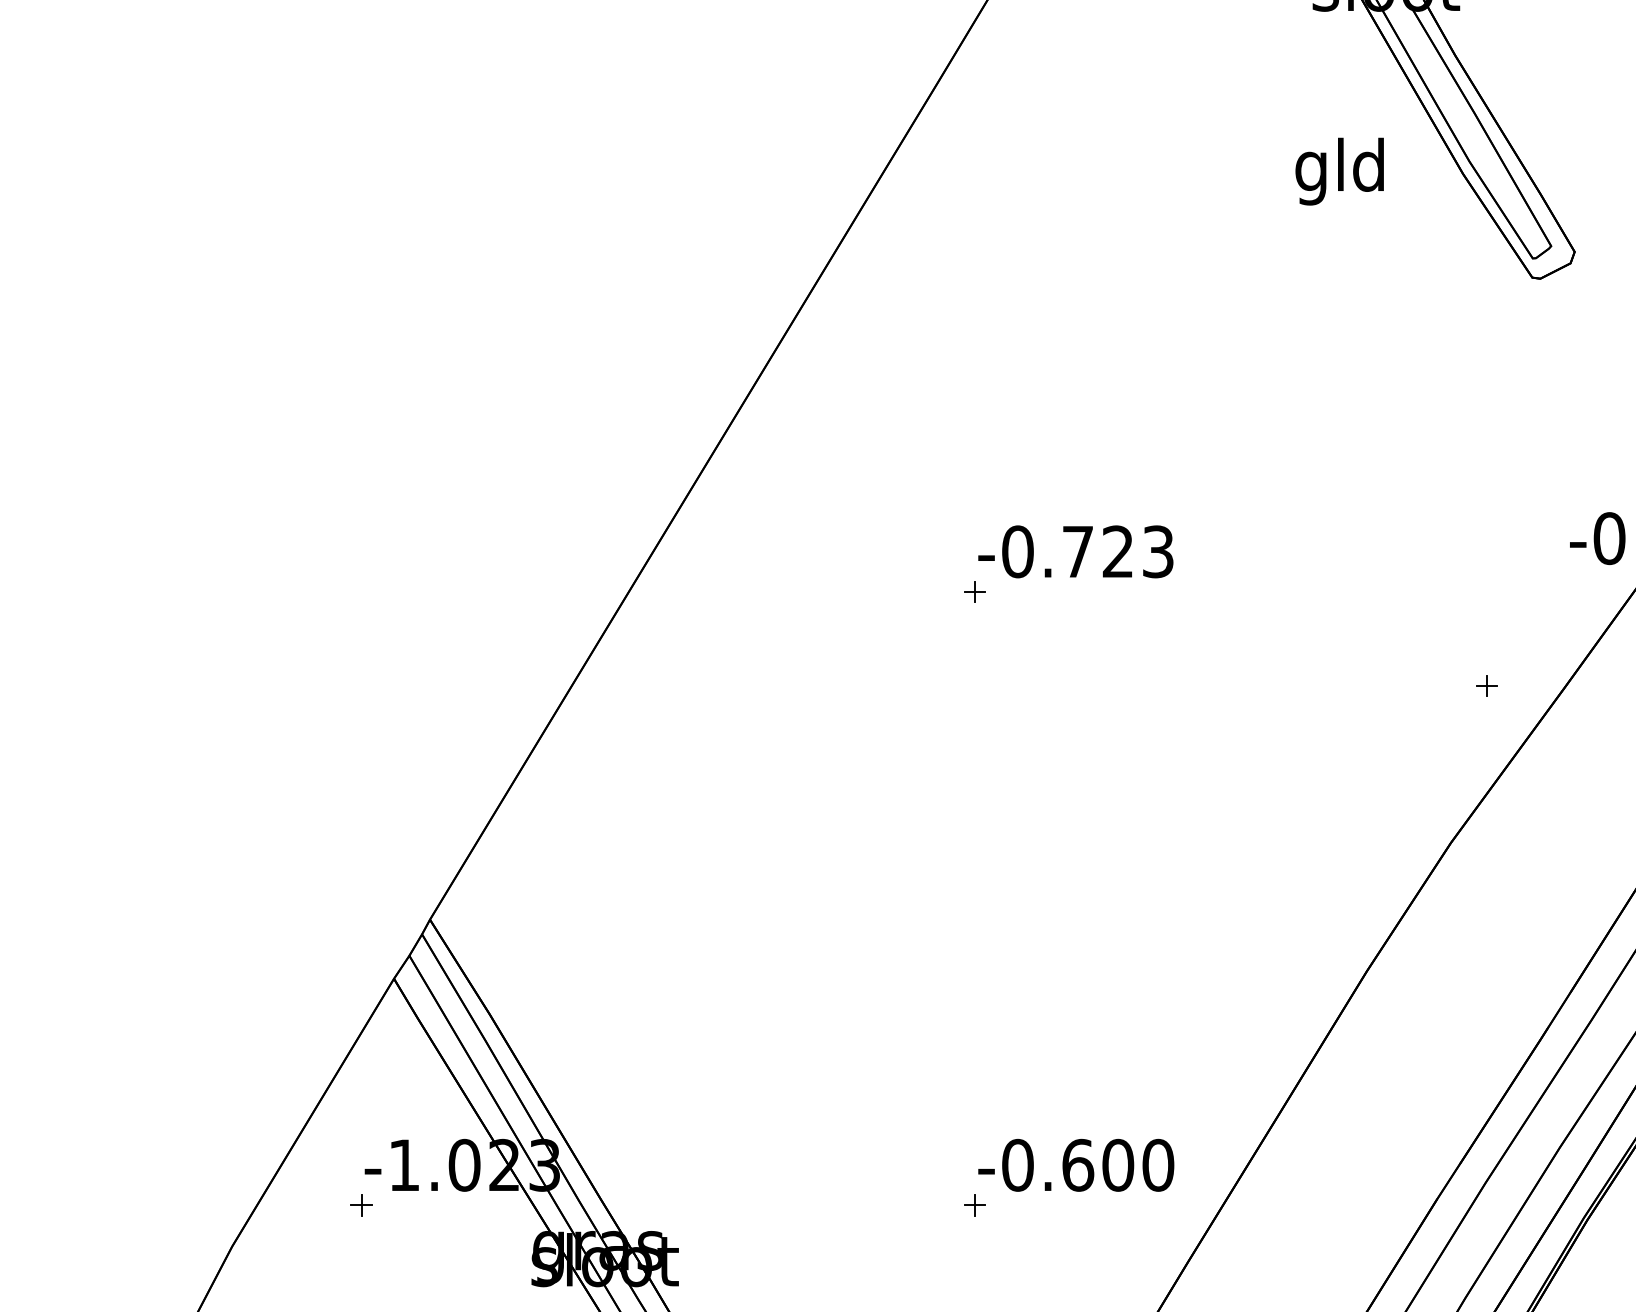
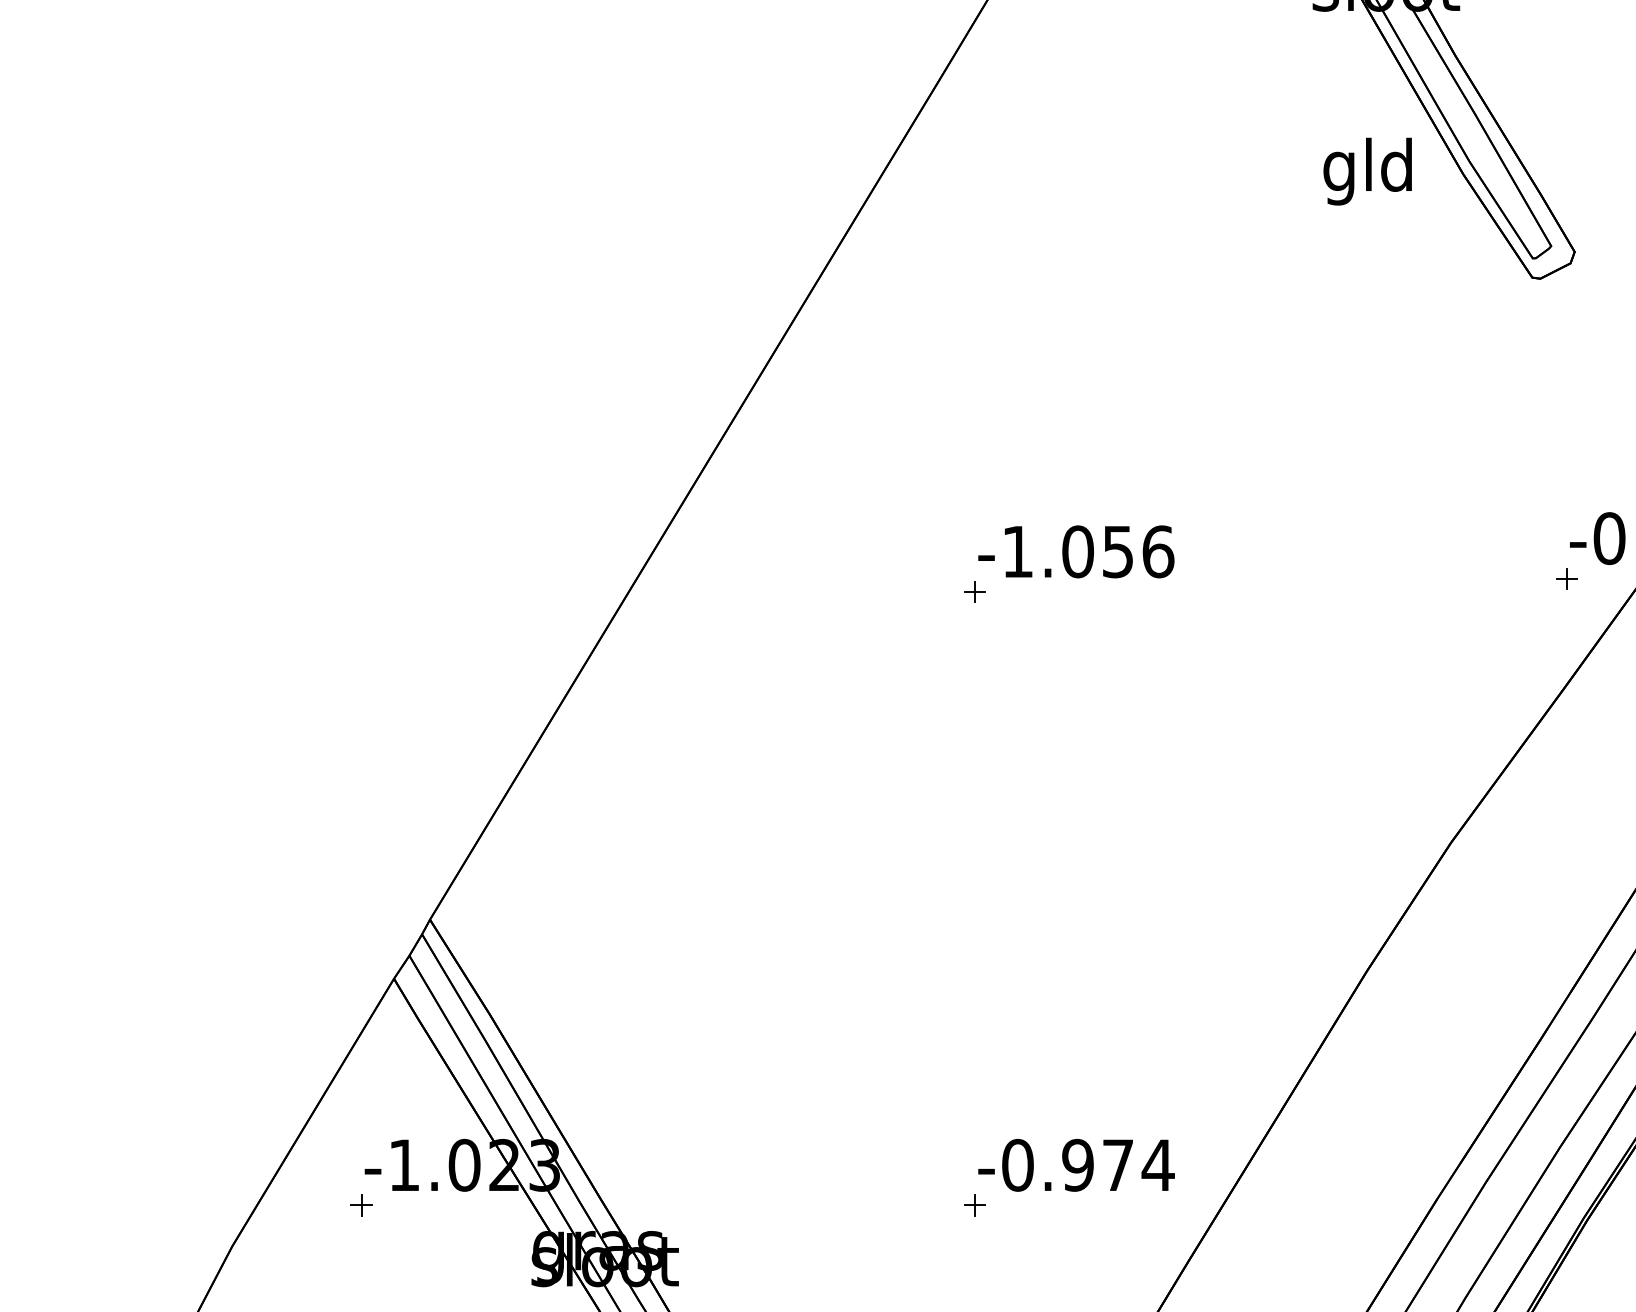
text at (1339, 171) position: (1339, 171) -> (1367, 171)
text at (1088, 551): -0.723 -> -1.056
part at (1486, 685) position: (1486, 685) -> (1566, 578)
text at (1118, 1164): -0.600 -> -0.974
